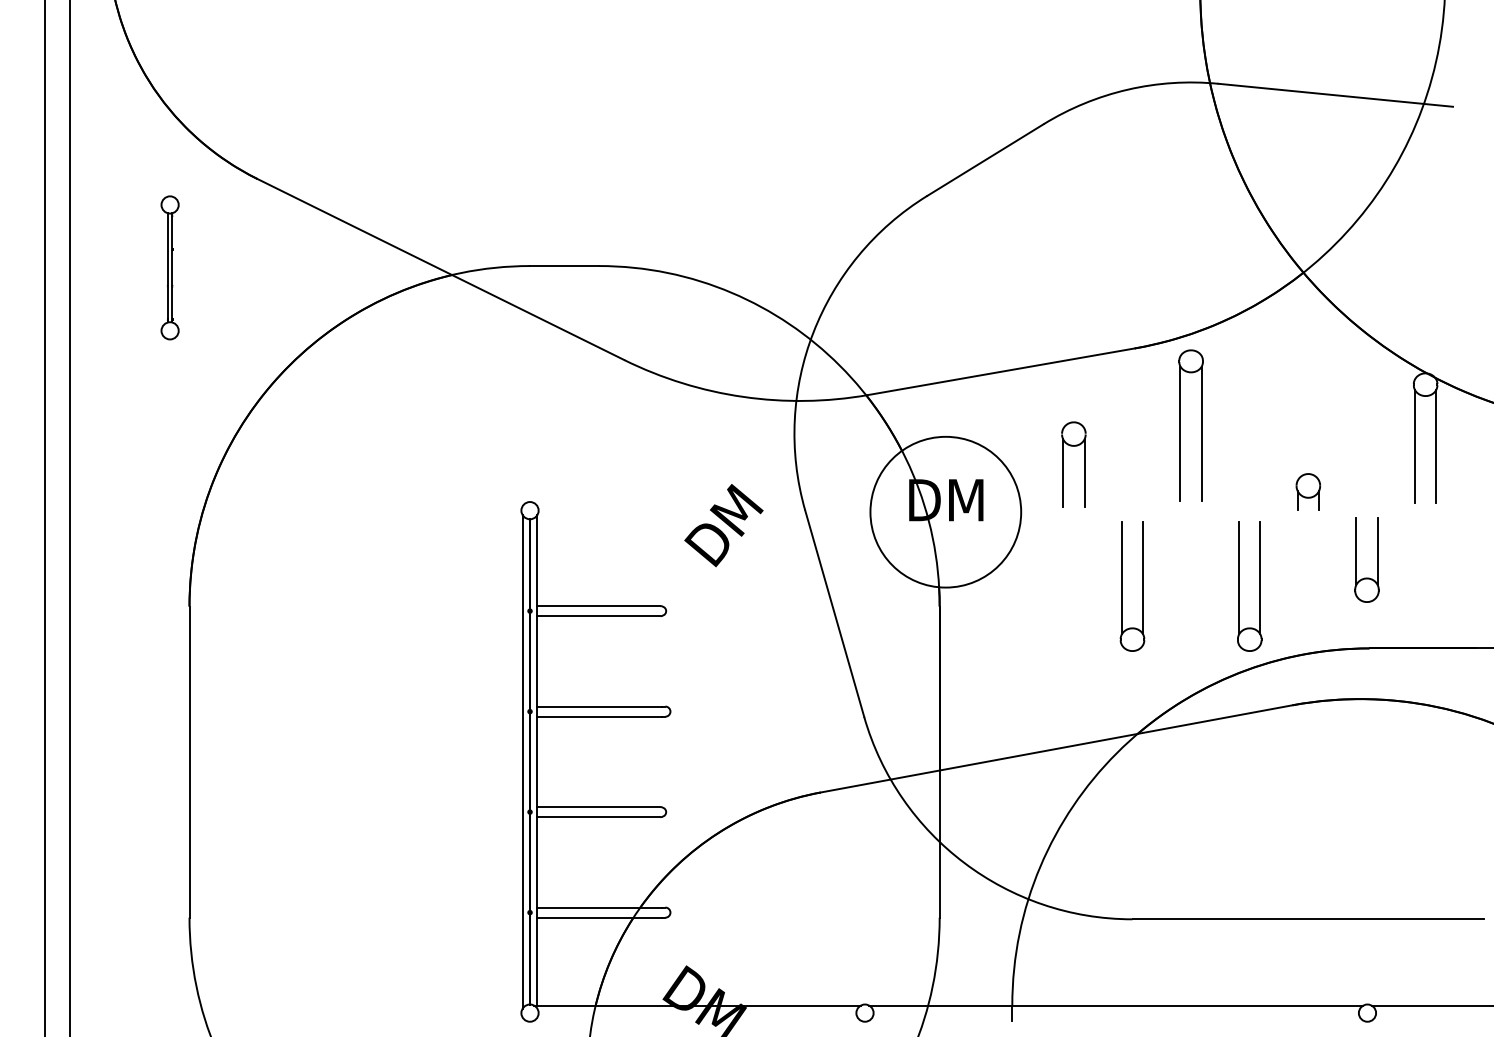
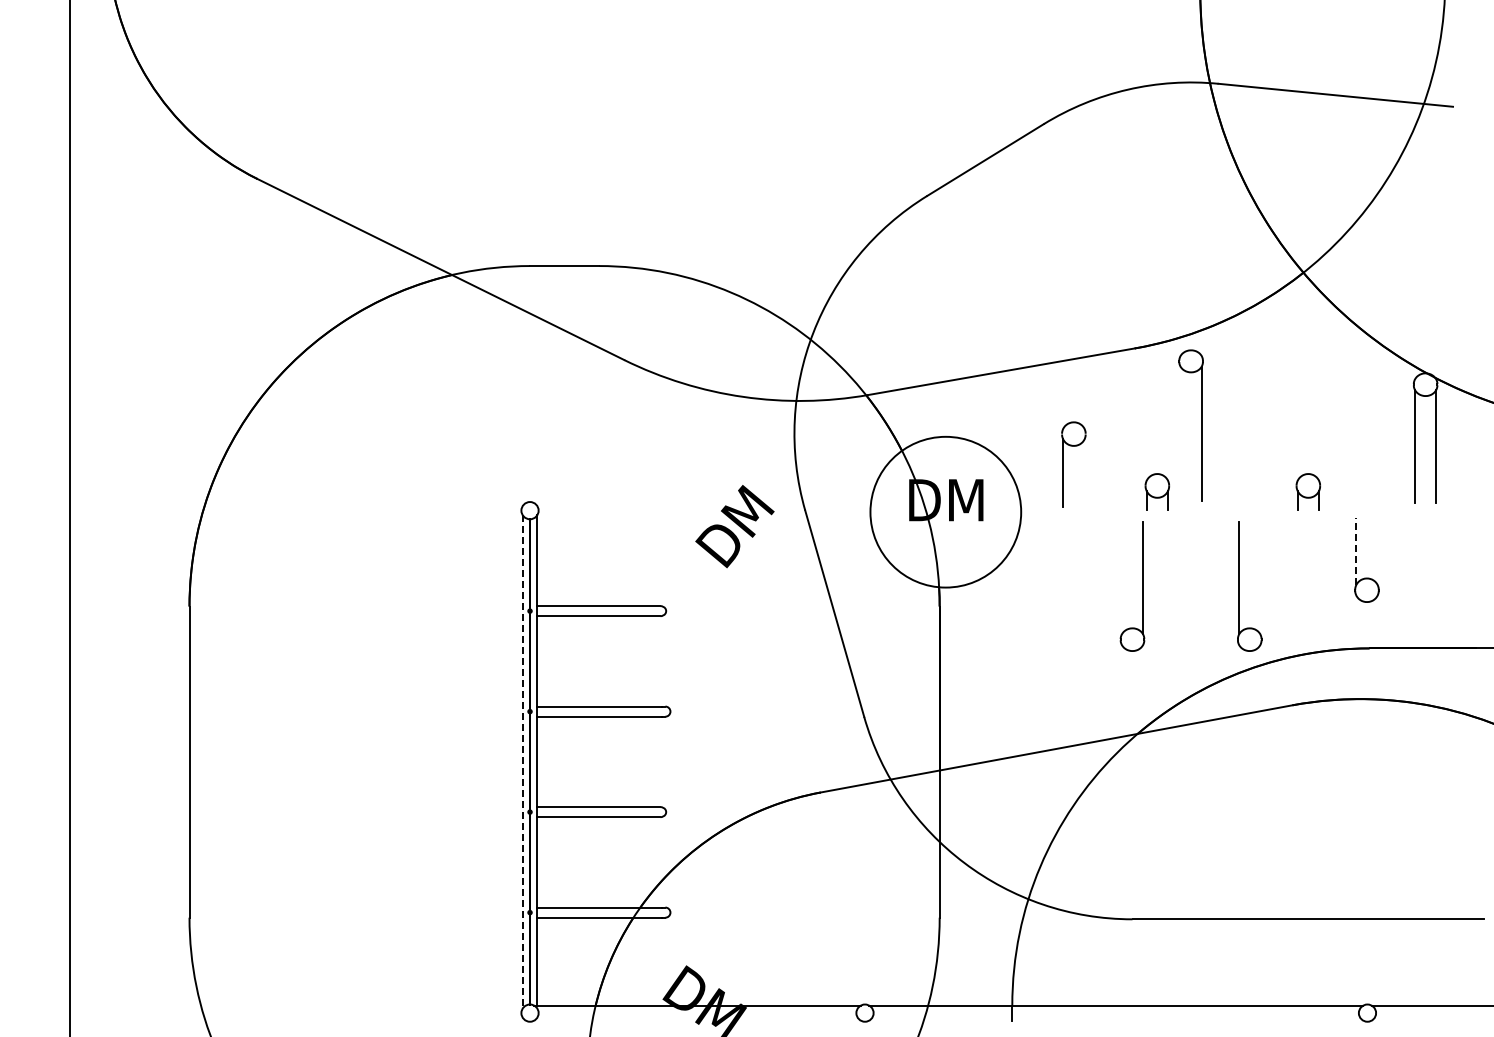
part at (169, 267): present -> none
line at (1180, 433): present -> none
line at (1084, 472): present -> none
part at (1156, 491): none -> present
line at (44, 517): present -> none
text at (723, 525) position: (723, 525) -> (734, 526)
line at (1377, 550): present -> none
line at (1356, 551): solid -> dashed
line at (1121, 577): present -> none
line at (1260, 577): present -> none
line at (522, 761): solid -> dashed
